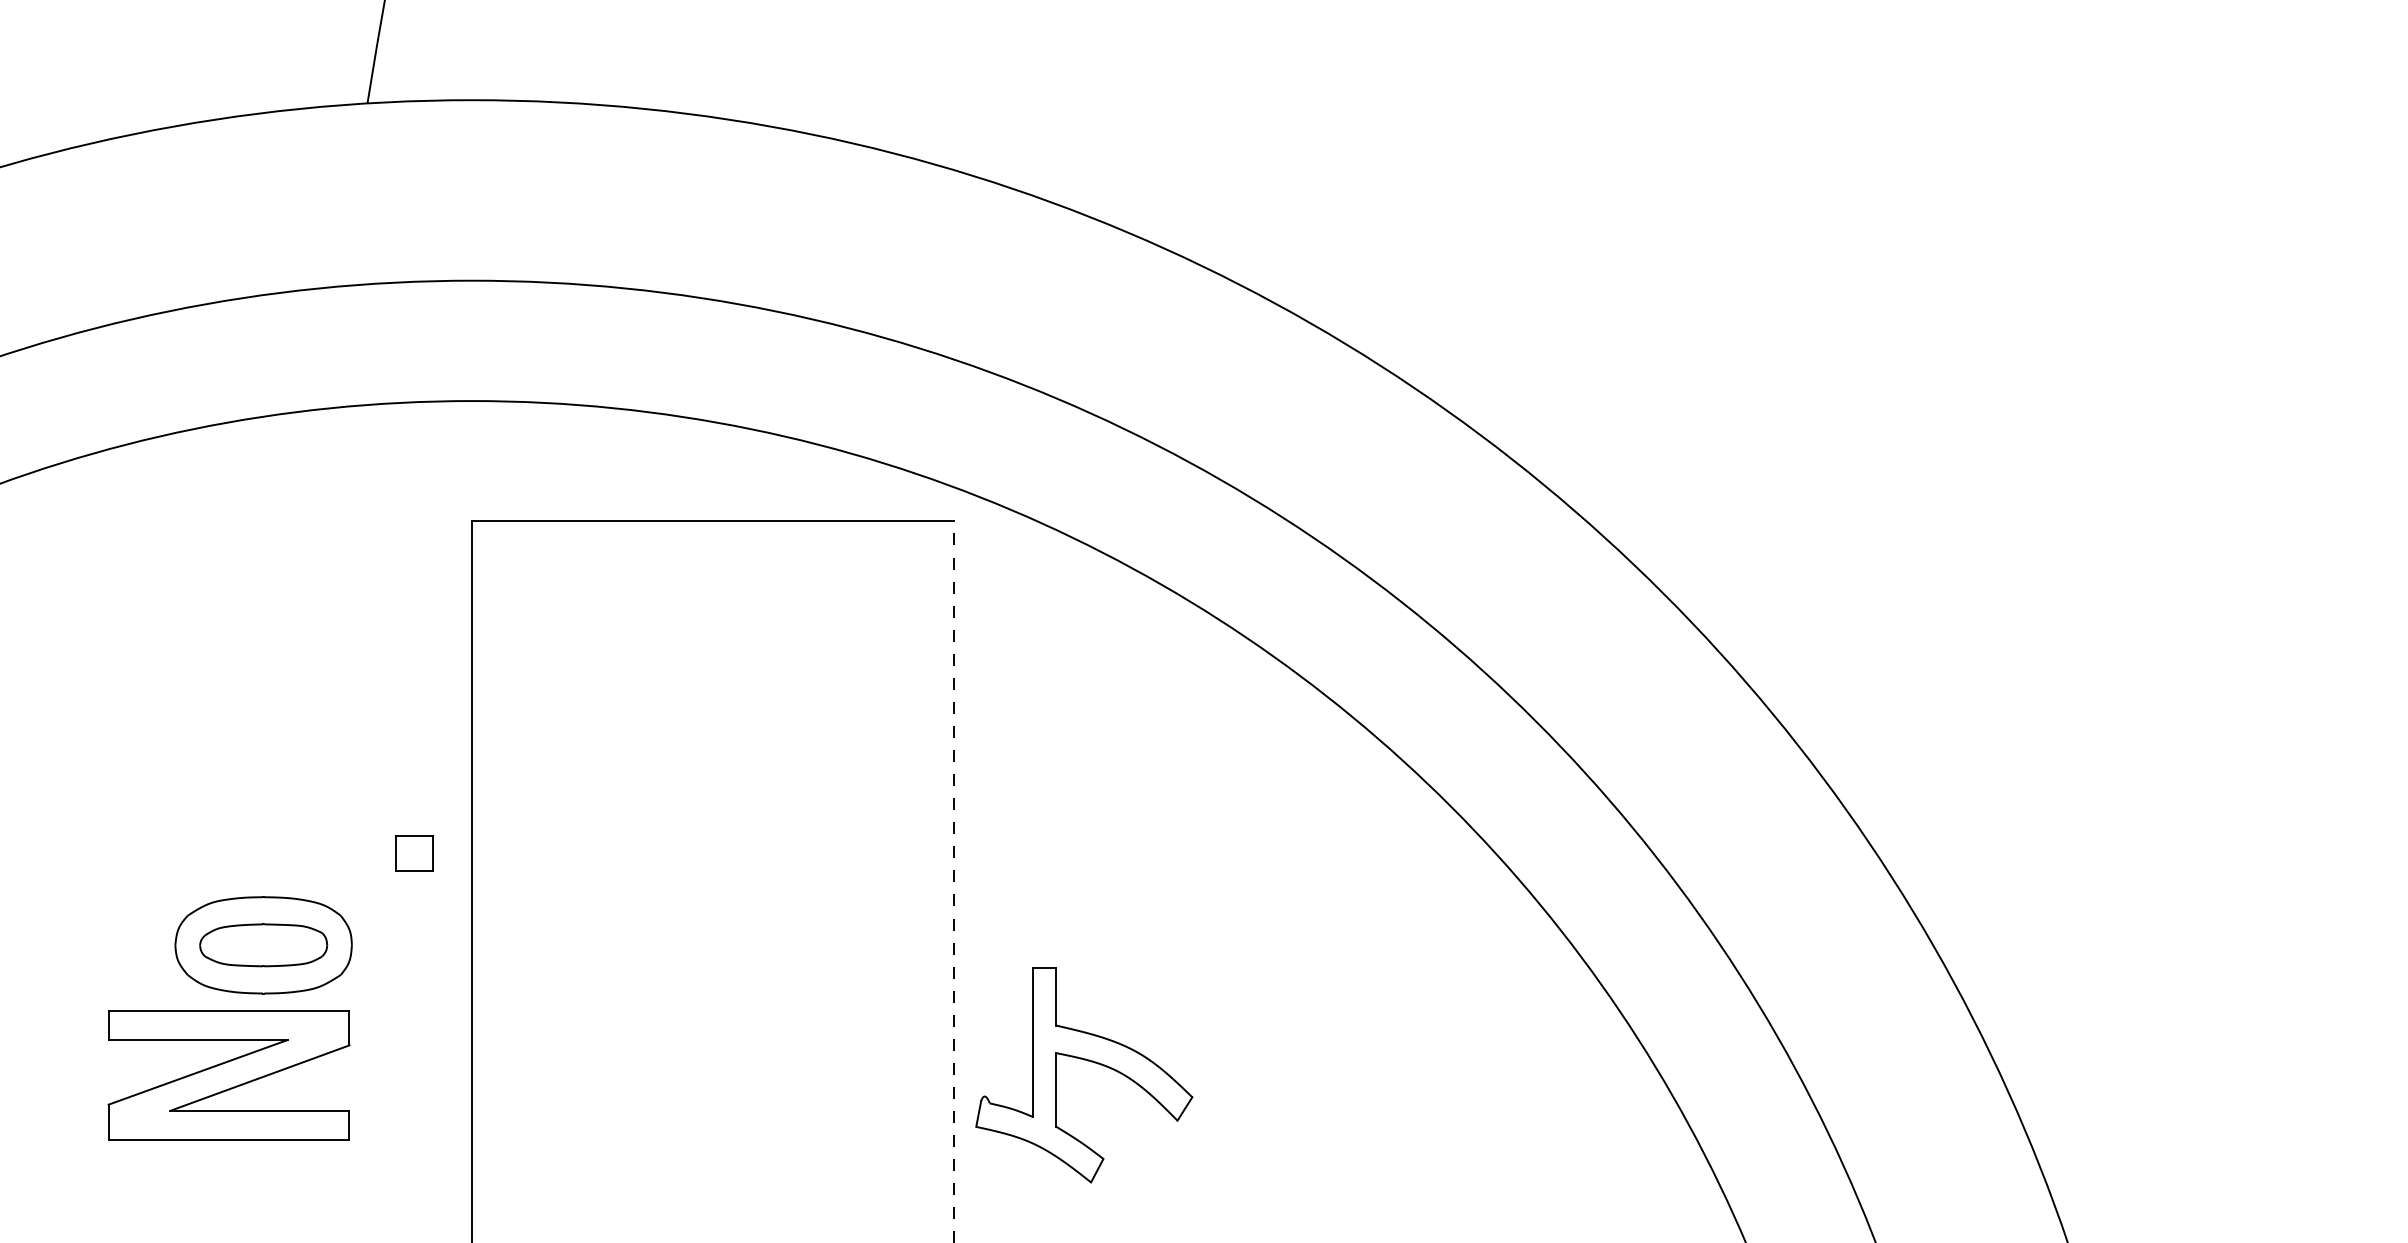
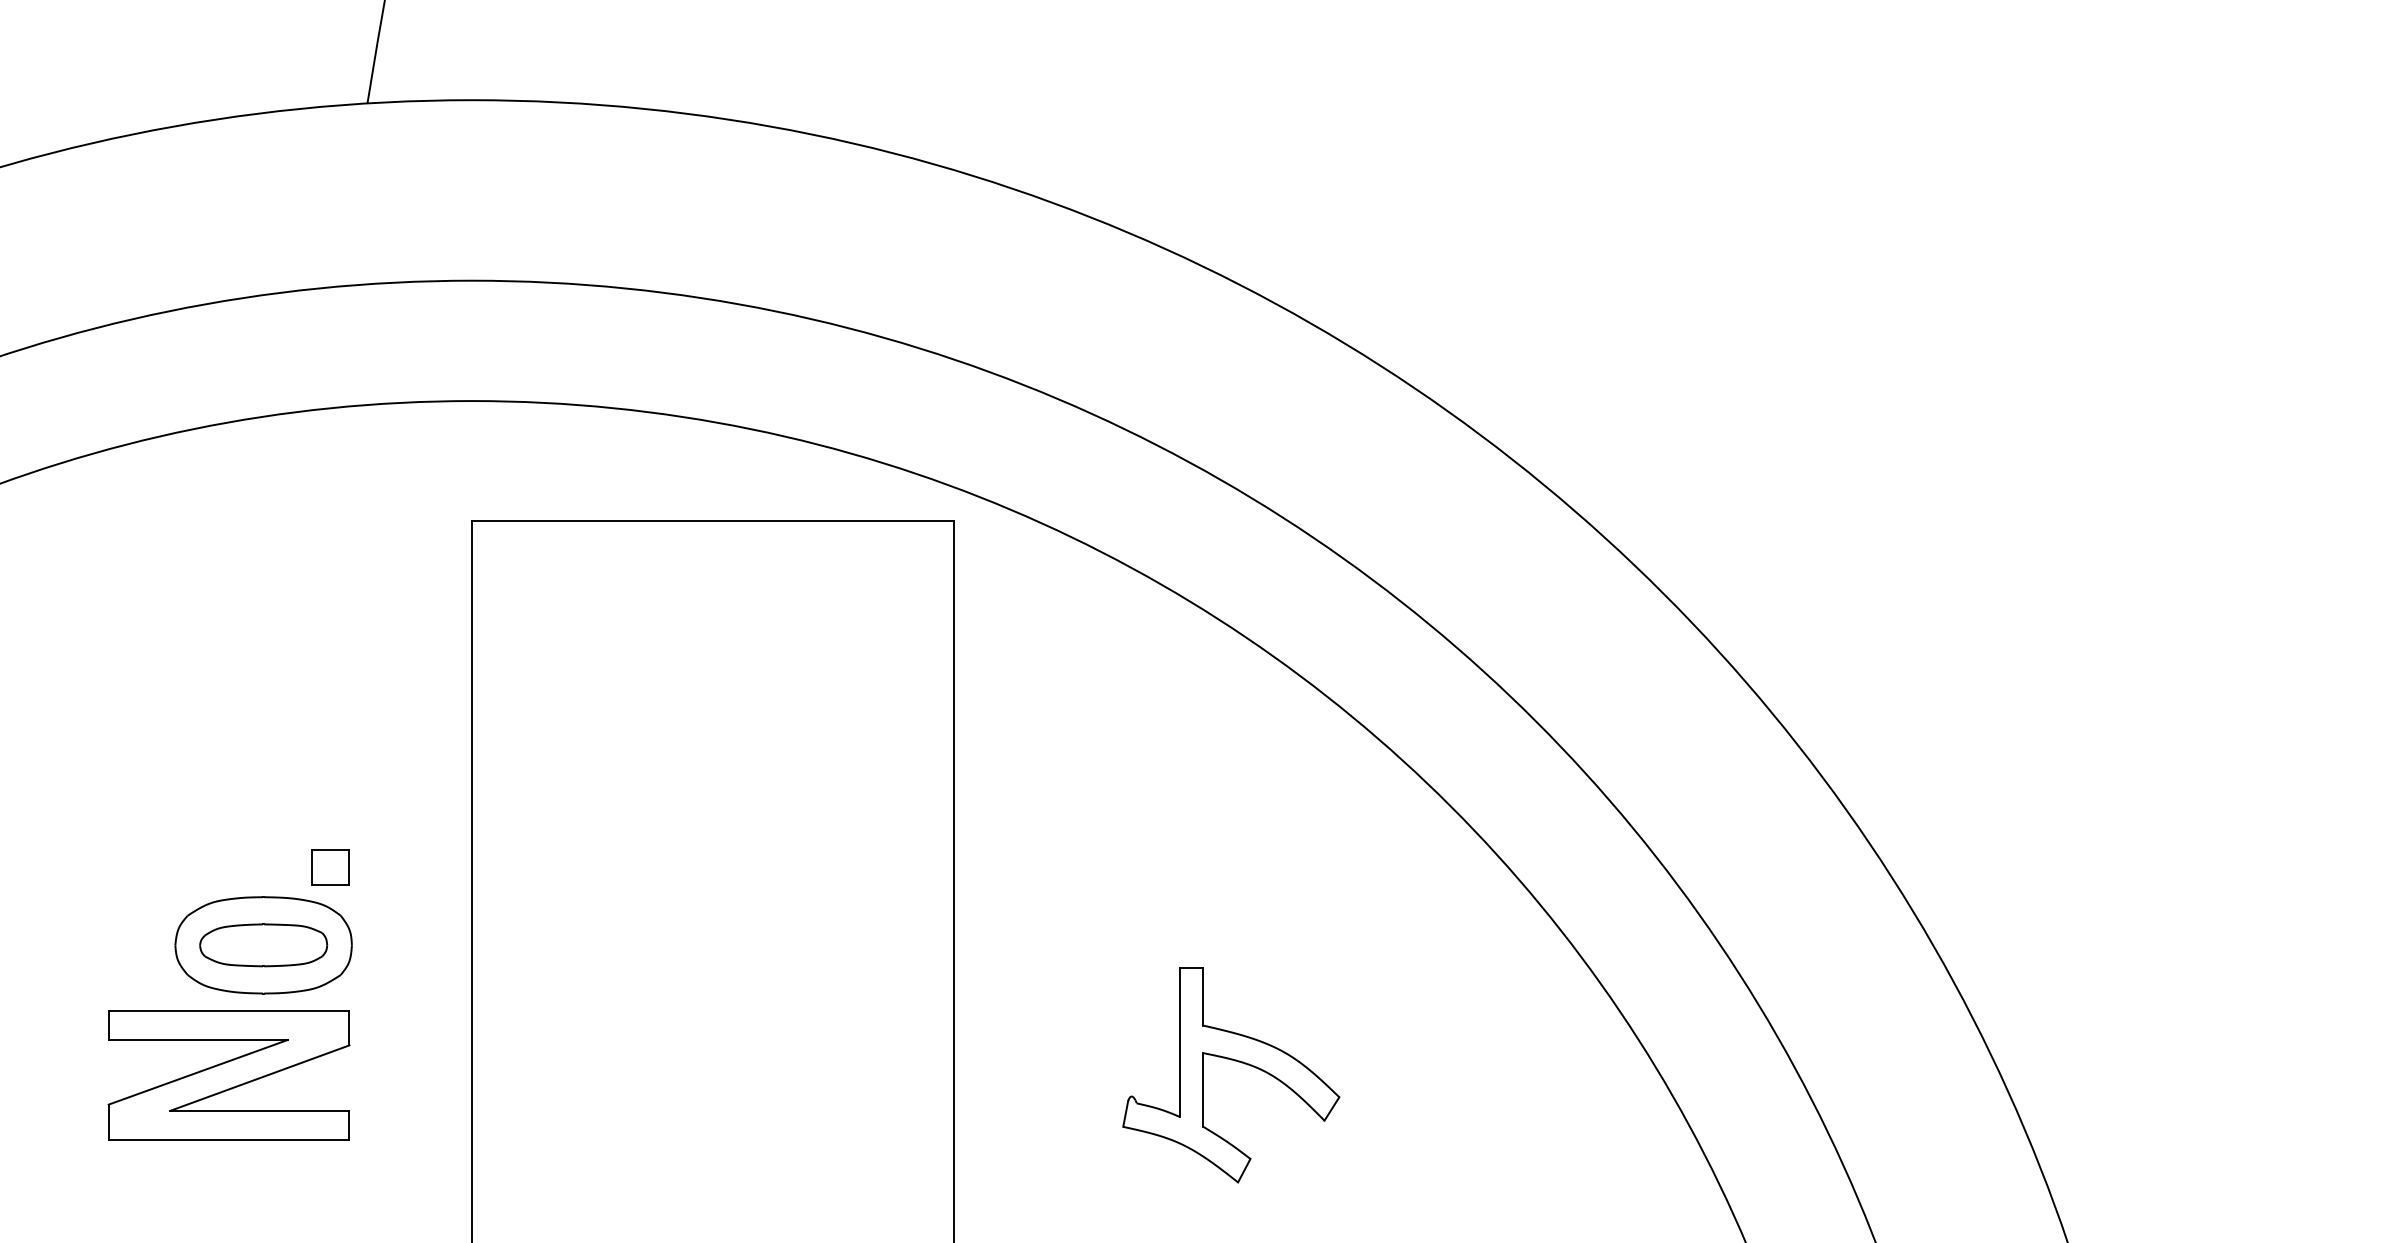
part at (414, 853) position: (414, 853) -> (330, 867)
line at (953, 881): dashed -> solid
part at (1087, 1061) position: (1087, 1061) -> (1234, 1061)
